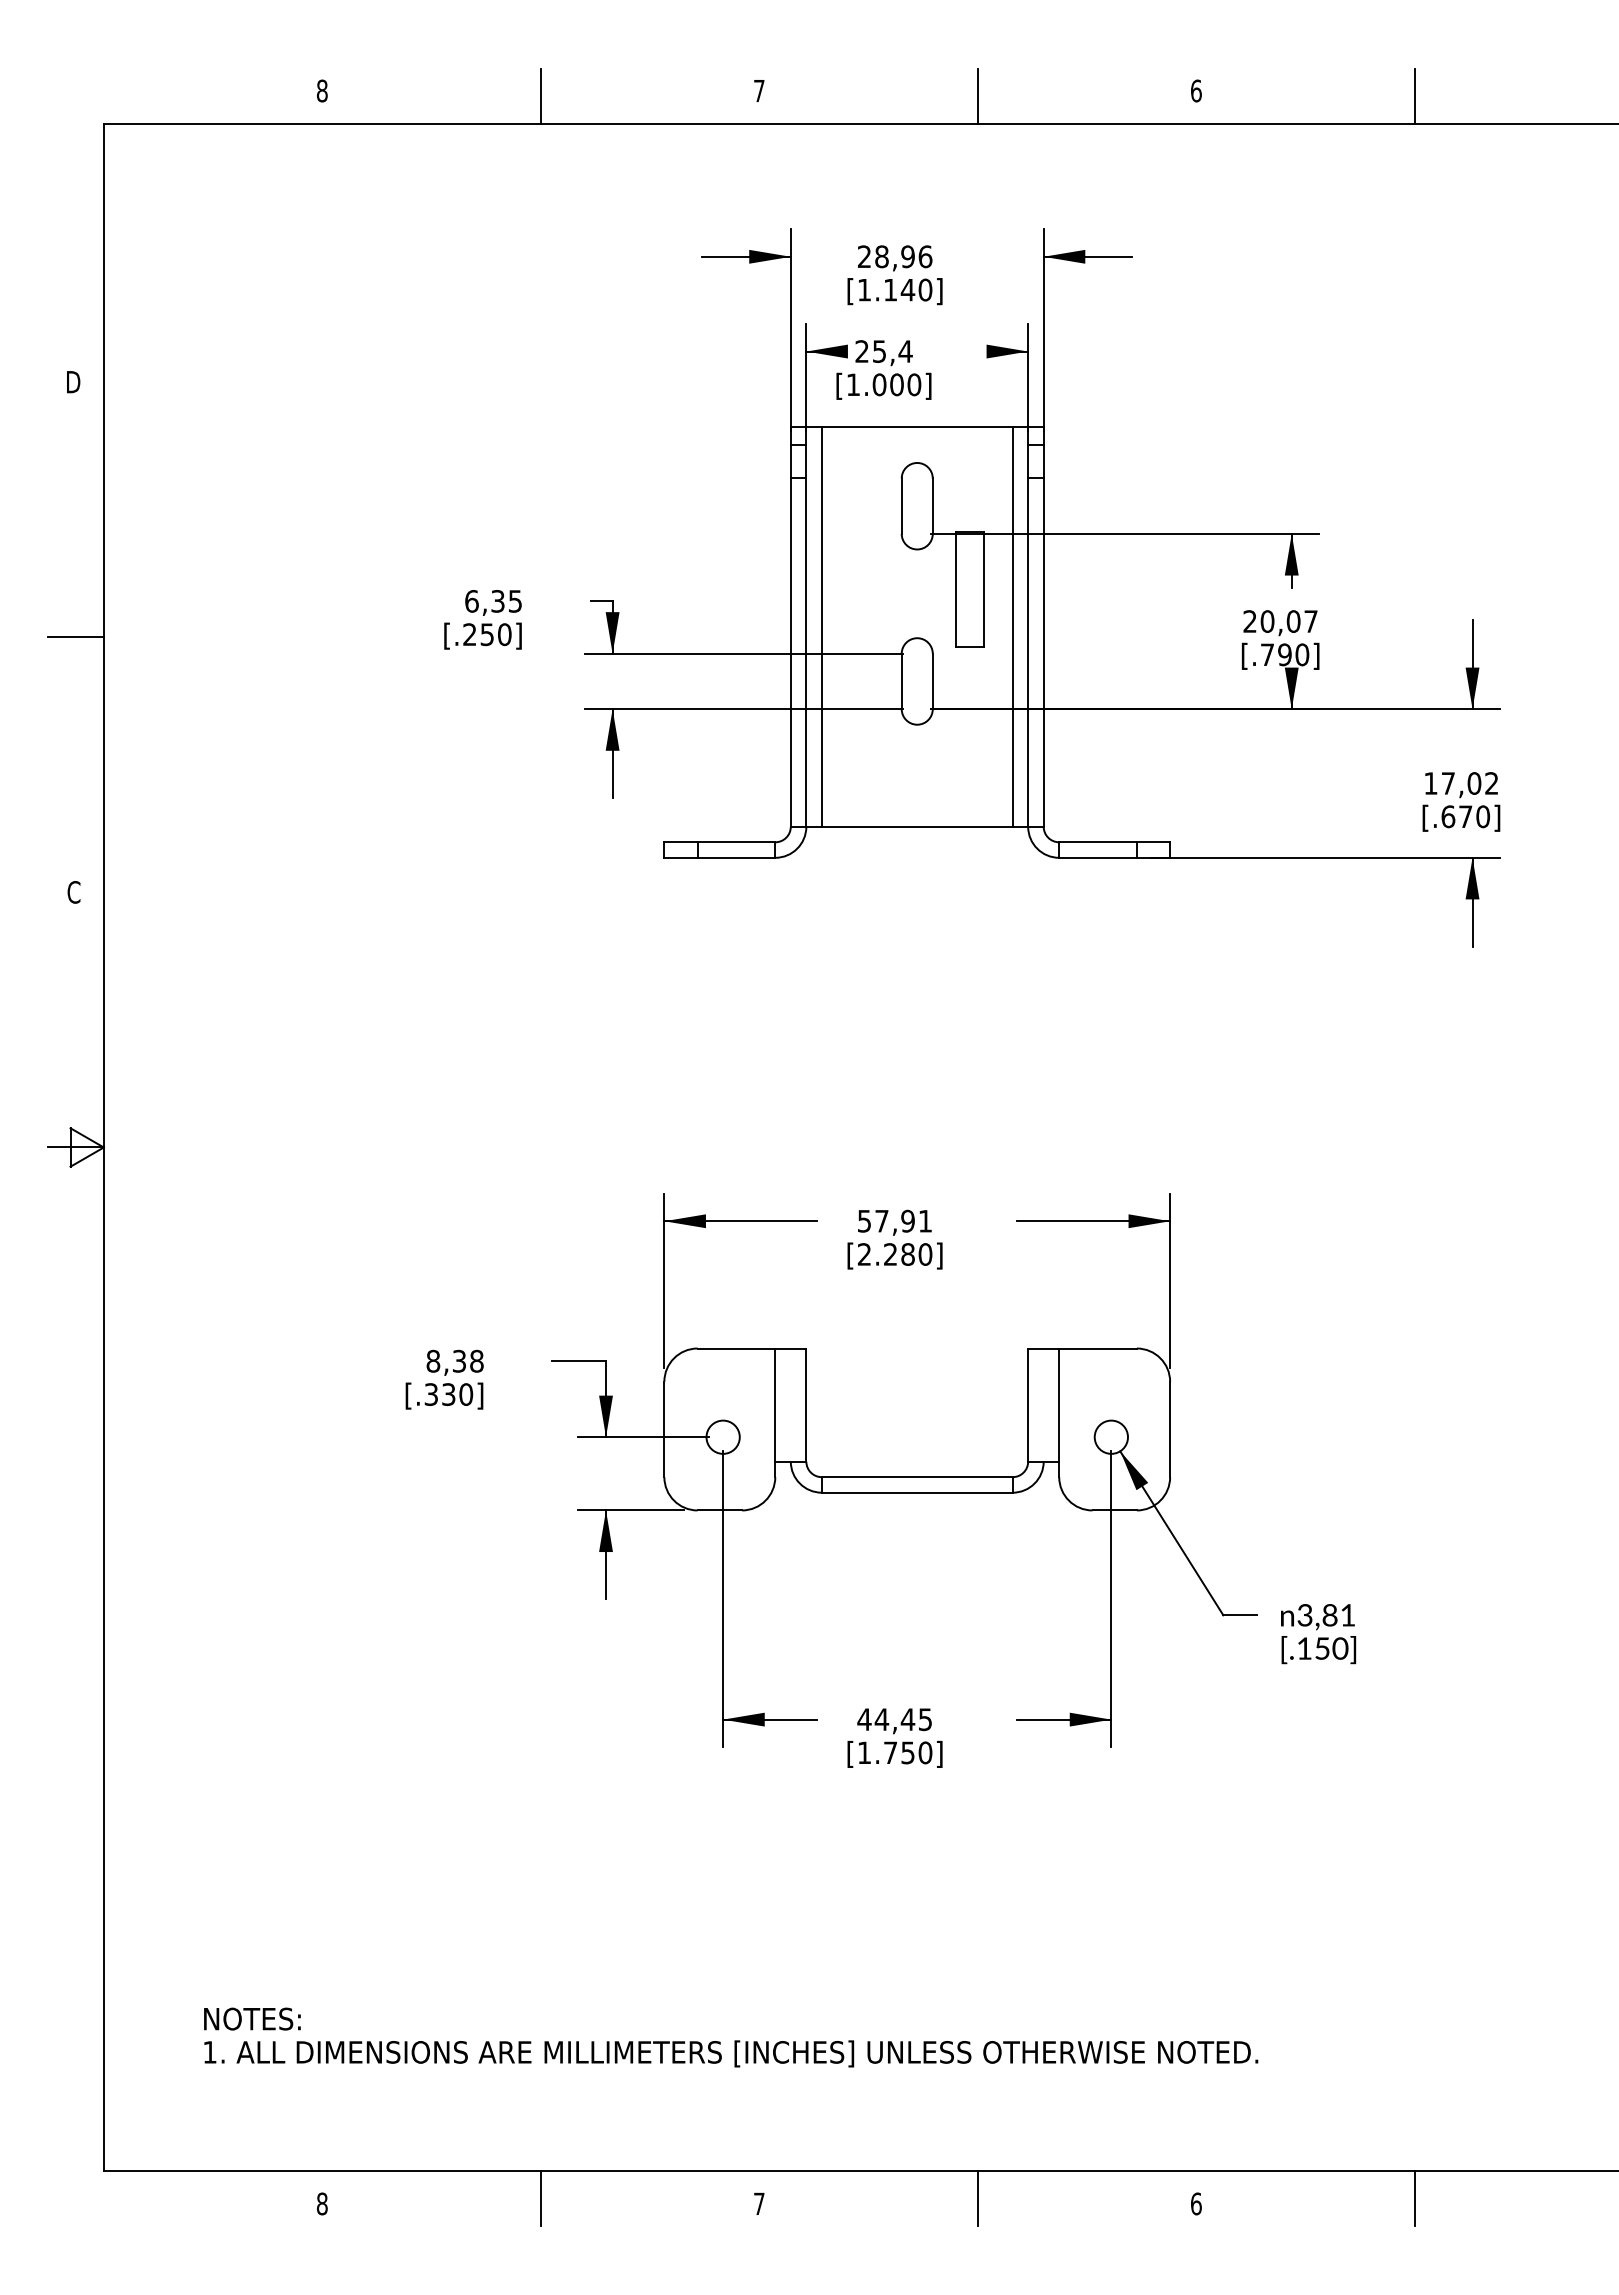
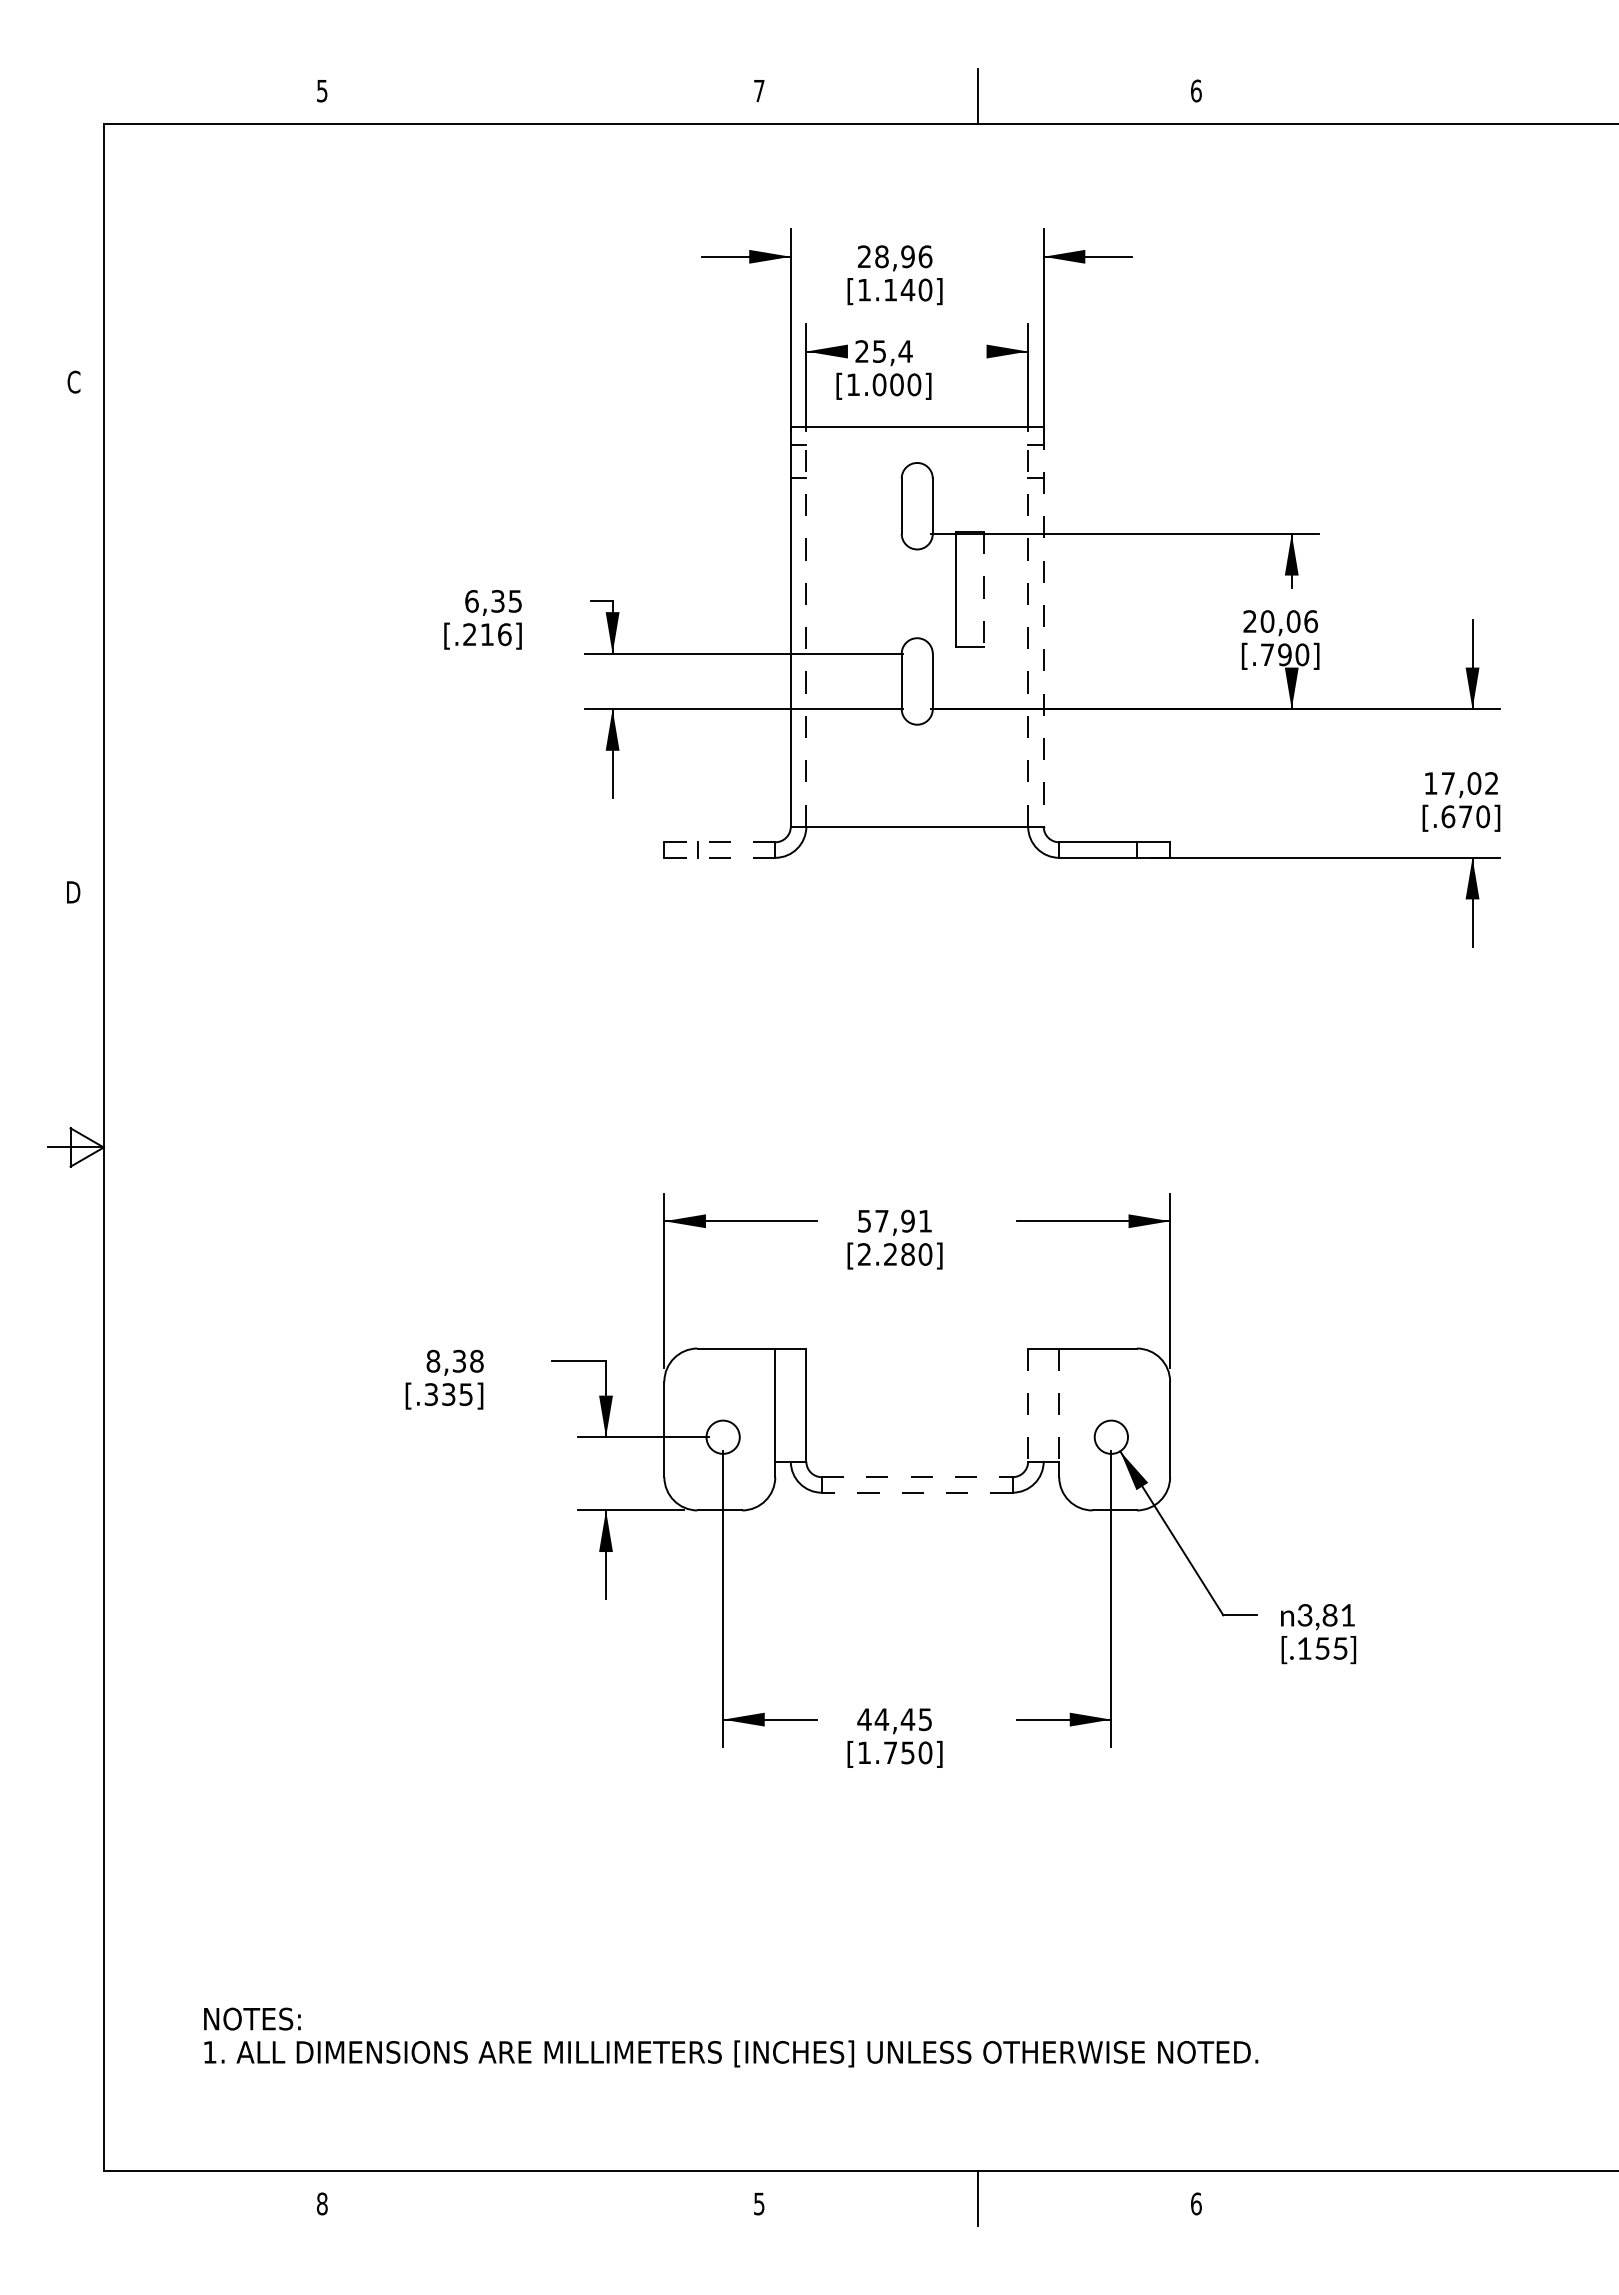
text at (321, 90): 8 -> 5
line at (540, 96): present -> none
line at (1414, 96): present -> none
text at (73, 381): D -> C
line at (983, 590): solid -> dashed
text at (1311, 621): 20,07 -> 20,06
line at (821, 626): present -> none
line at (1012, 626): present -> none
line at (806, 627): solid -> dashed
line at (1028, 627): solid -> dashed
line at (1043, 627): solid -> dashed
text at (495, 634): [.250] -> [.216]
line at (75, 637): present -> none
line at (720, 842): solid -> dashed
line at (719, 857): solid -> dashed
text at (73, 892): C -> D
text at (466, 1394): [.330] -> [.335]
line at (1028, 1405): solid -> dashed
line at (1059, 1405): solid -> dashed
line at (917, 1477): solid -> dashed
line at (916, 1492): solid -> dashed
text at (1340, 1648): [.150] -> [.155]
line at (540, 2198): present -> none
line at (1414, 2198): present -> none
text at (759, 2204): 7 -> 5
